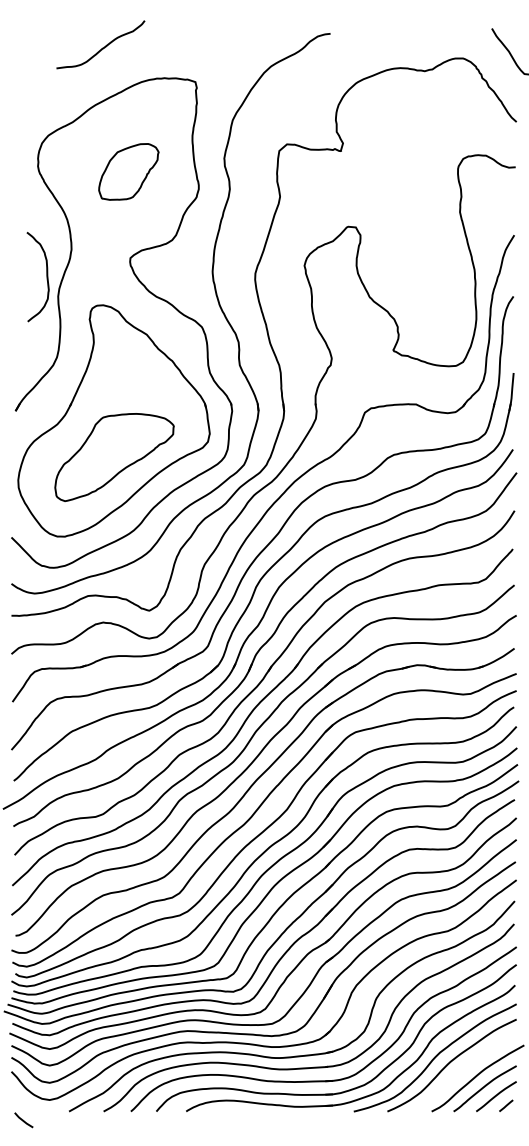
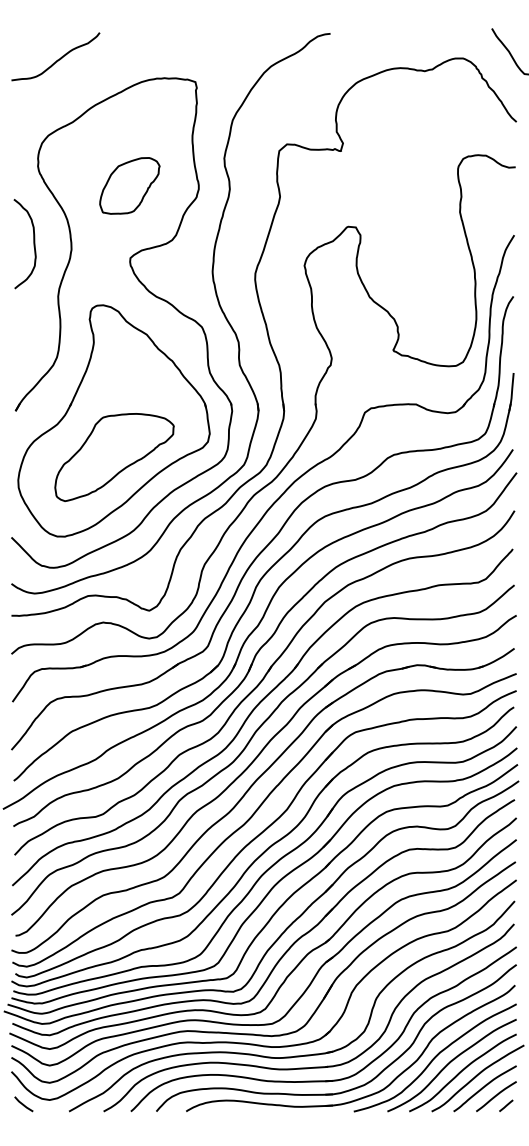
curve at (102, 47) position: (102, 47) -> (57, 59)
part at (128, 171) position: (128, 171) -> (129, 185)
curve at (46, 277) position: (46, 277) -> (33, 244)
curve at (462, 1071): none -> present
line at (23, 1120) position: (23, 1120) -> (23, 1104)
